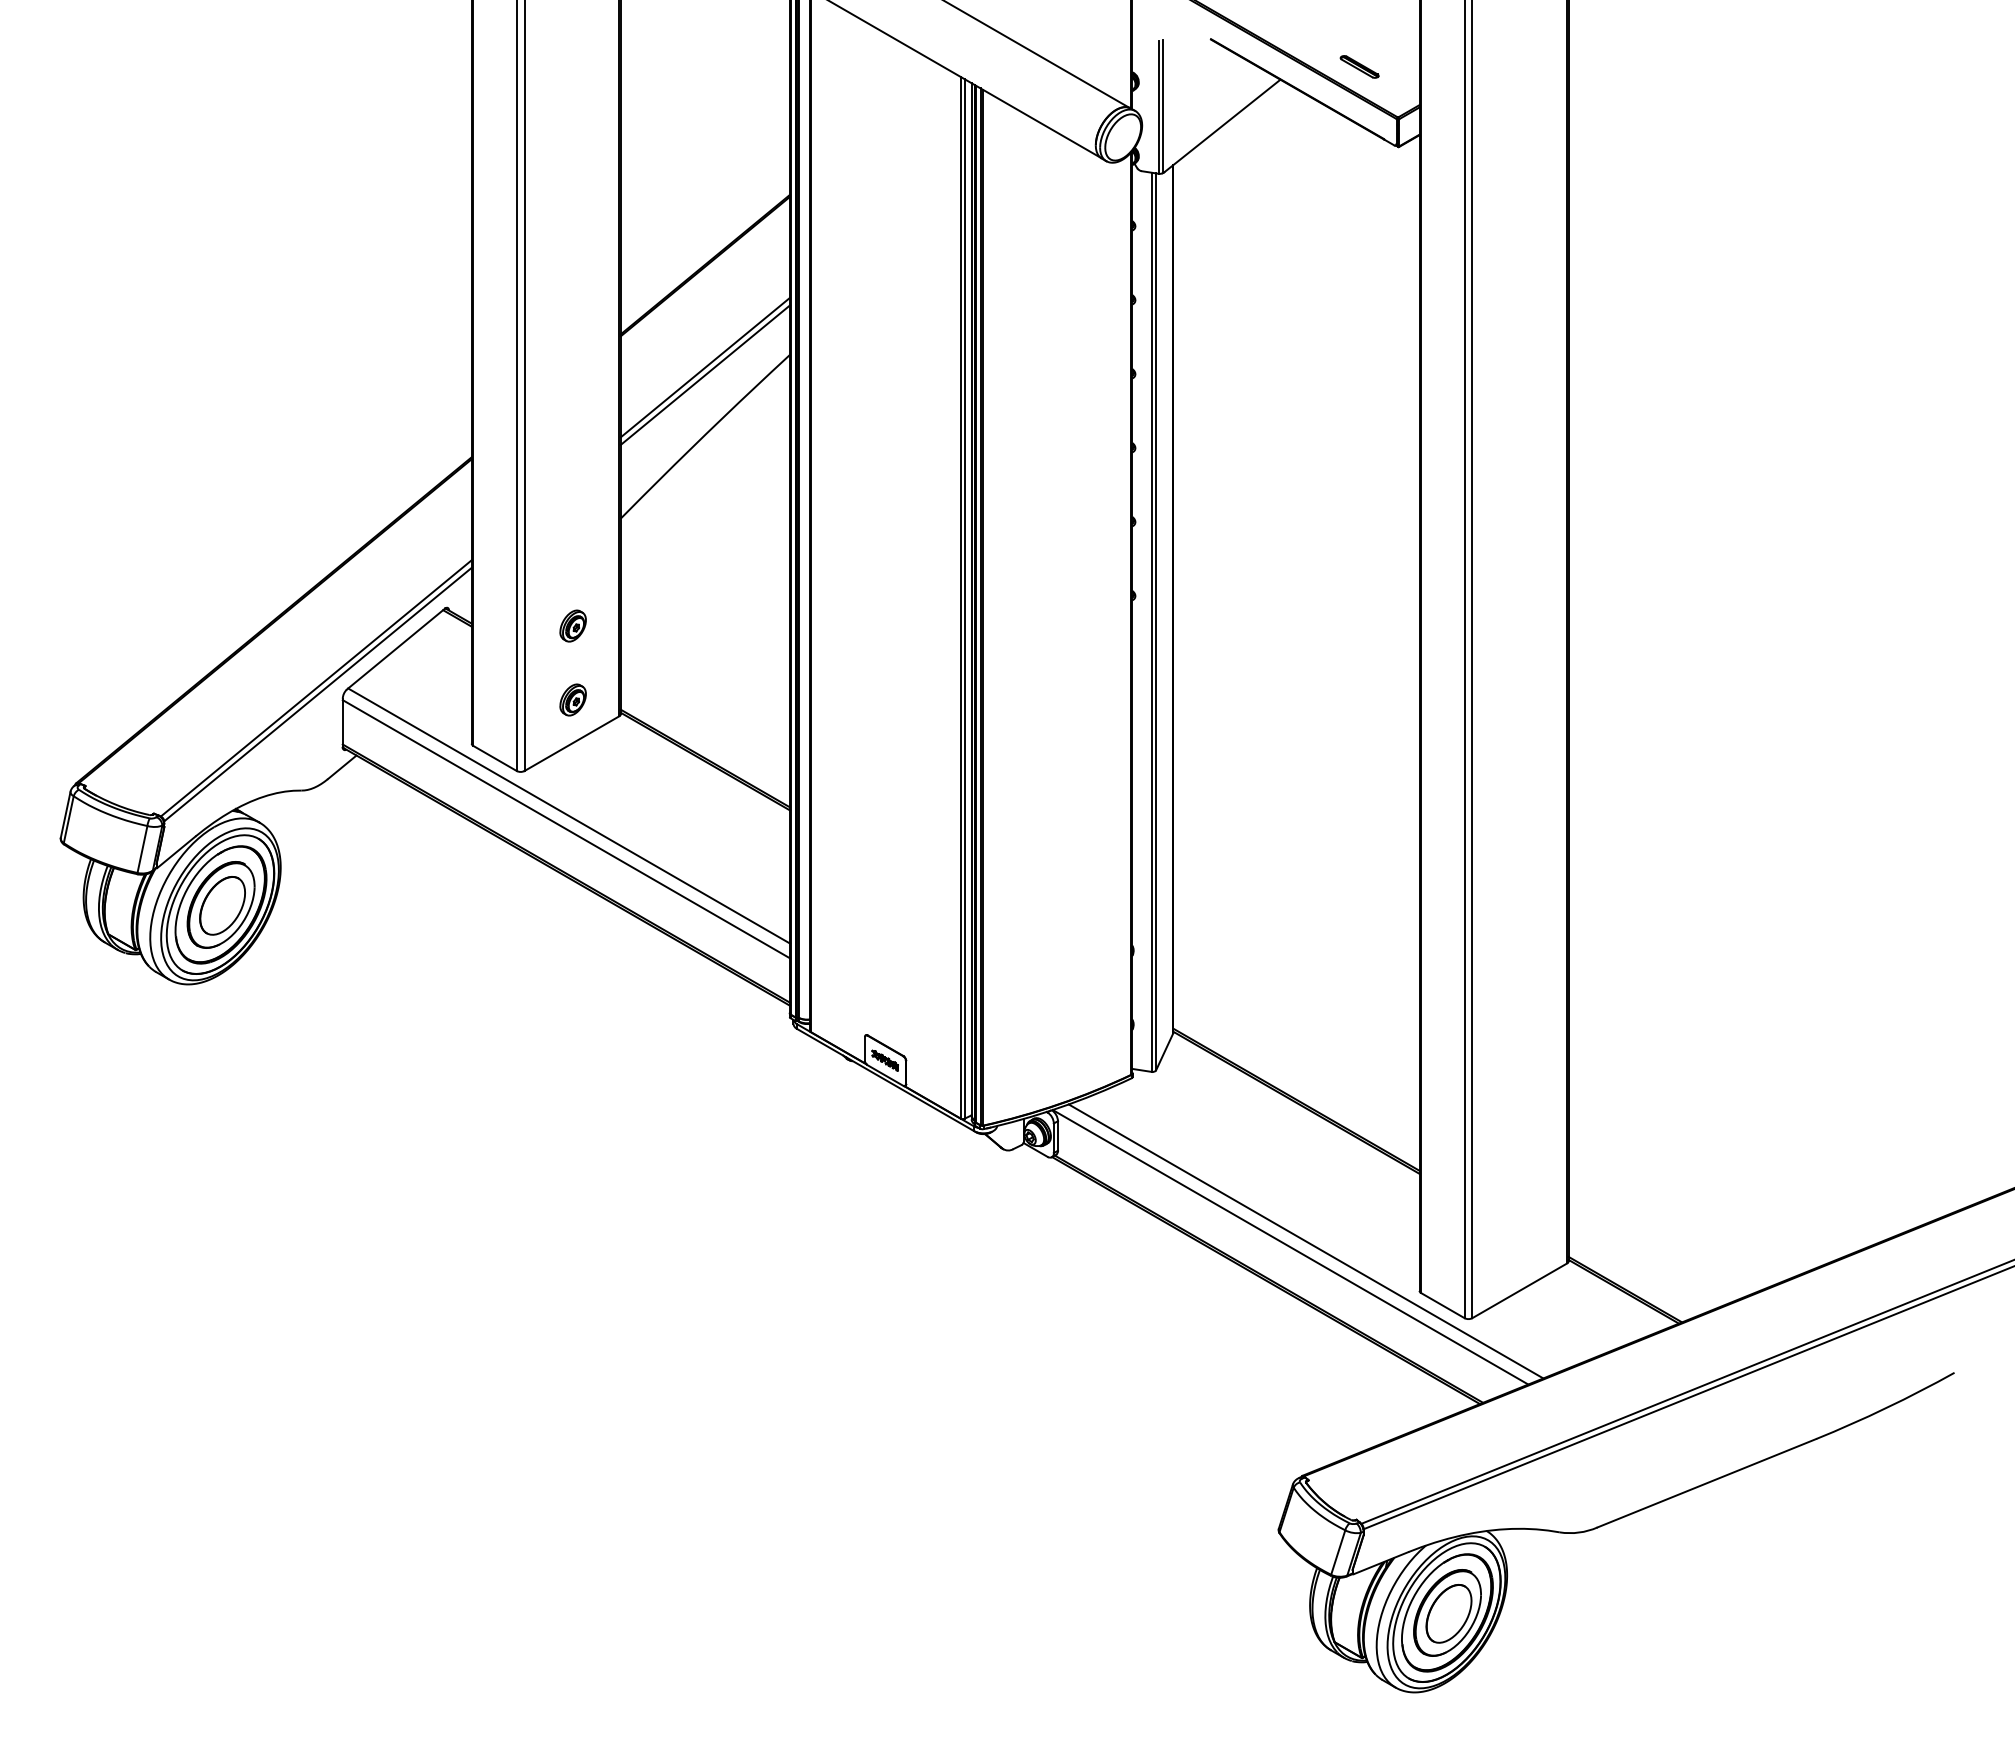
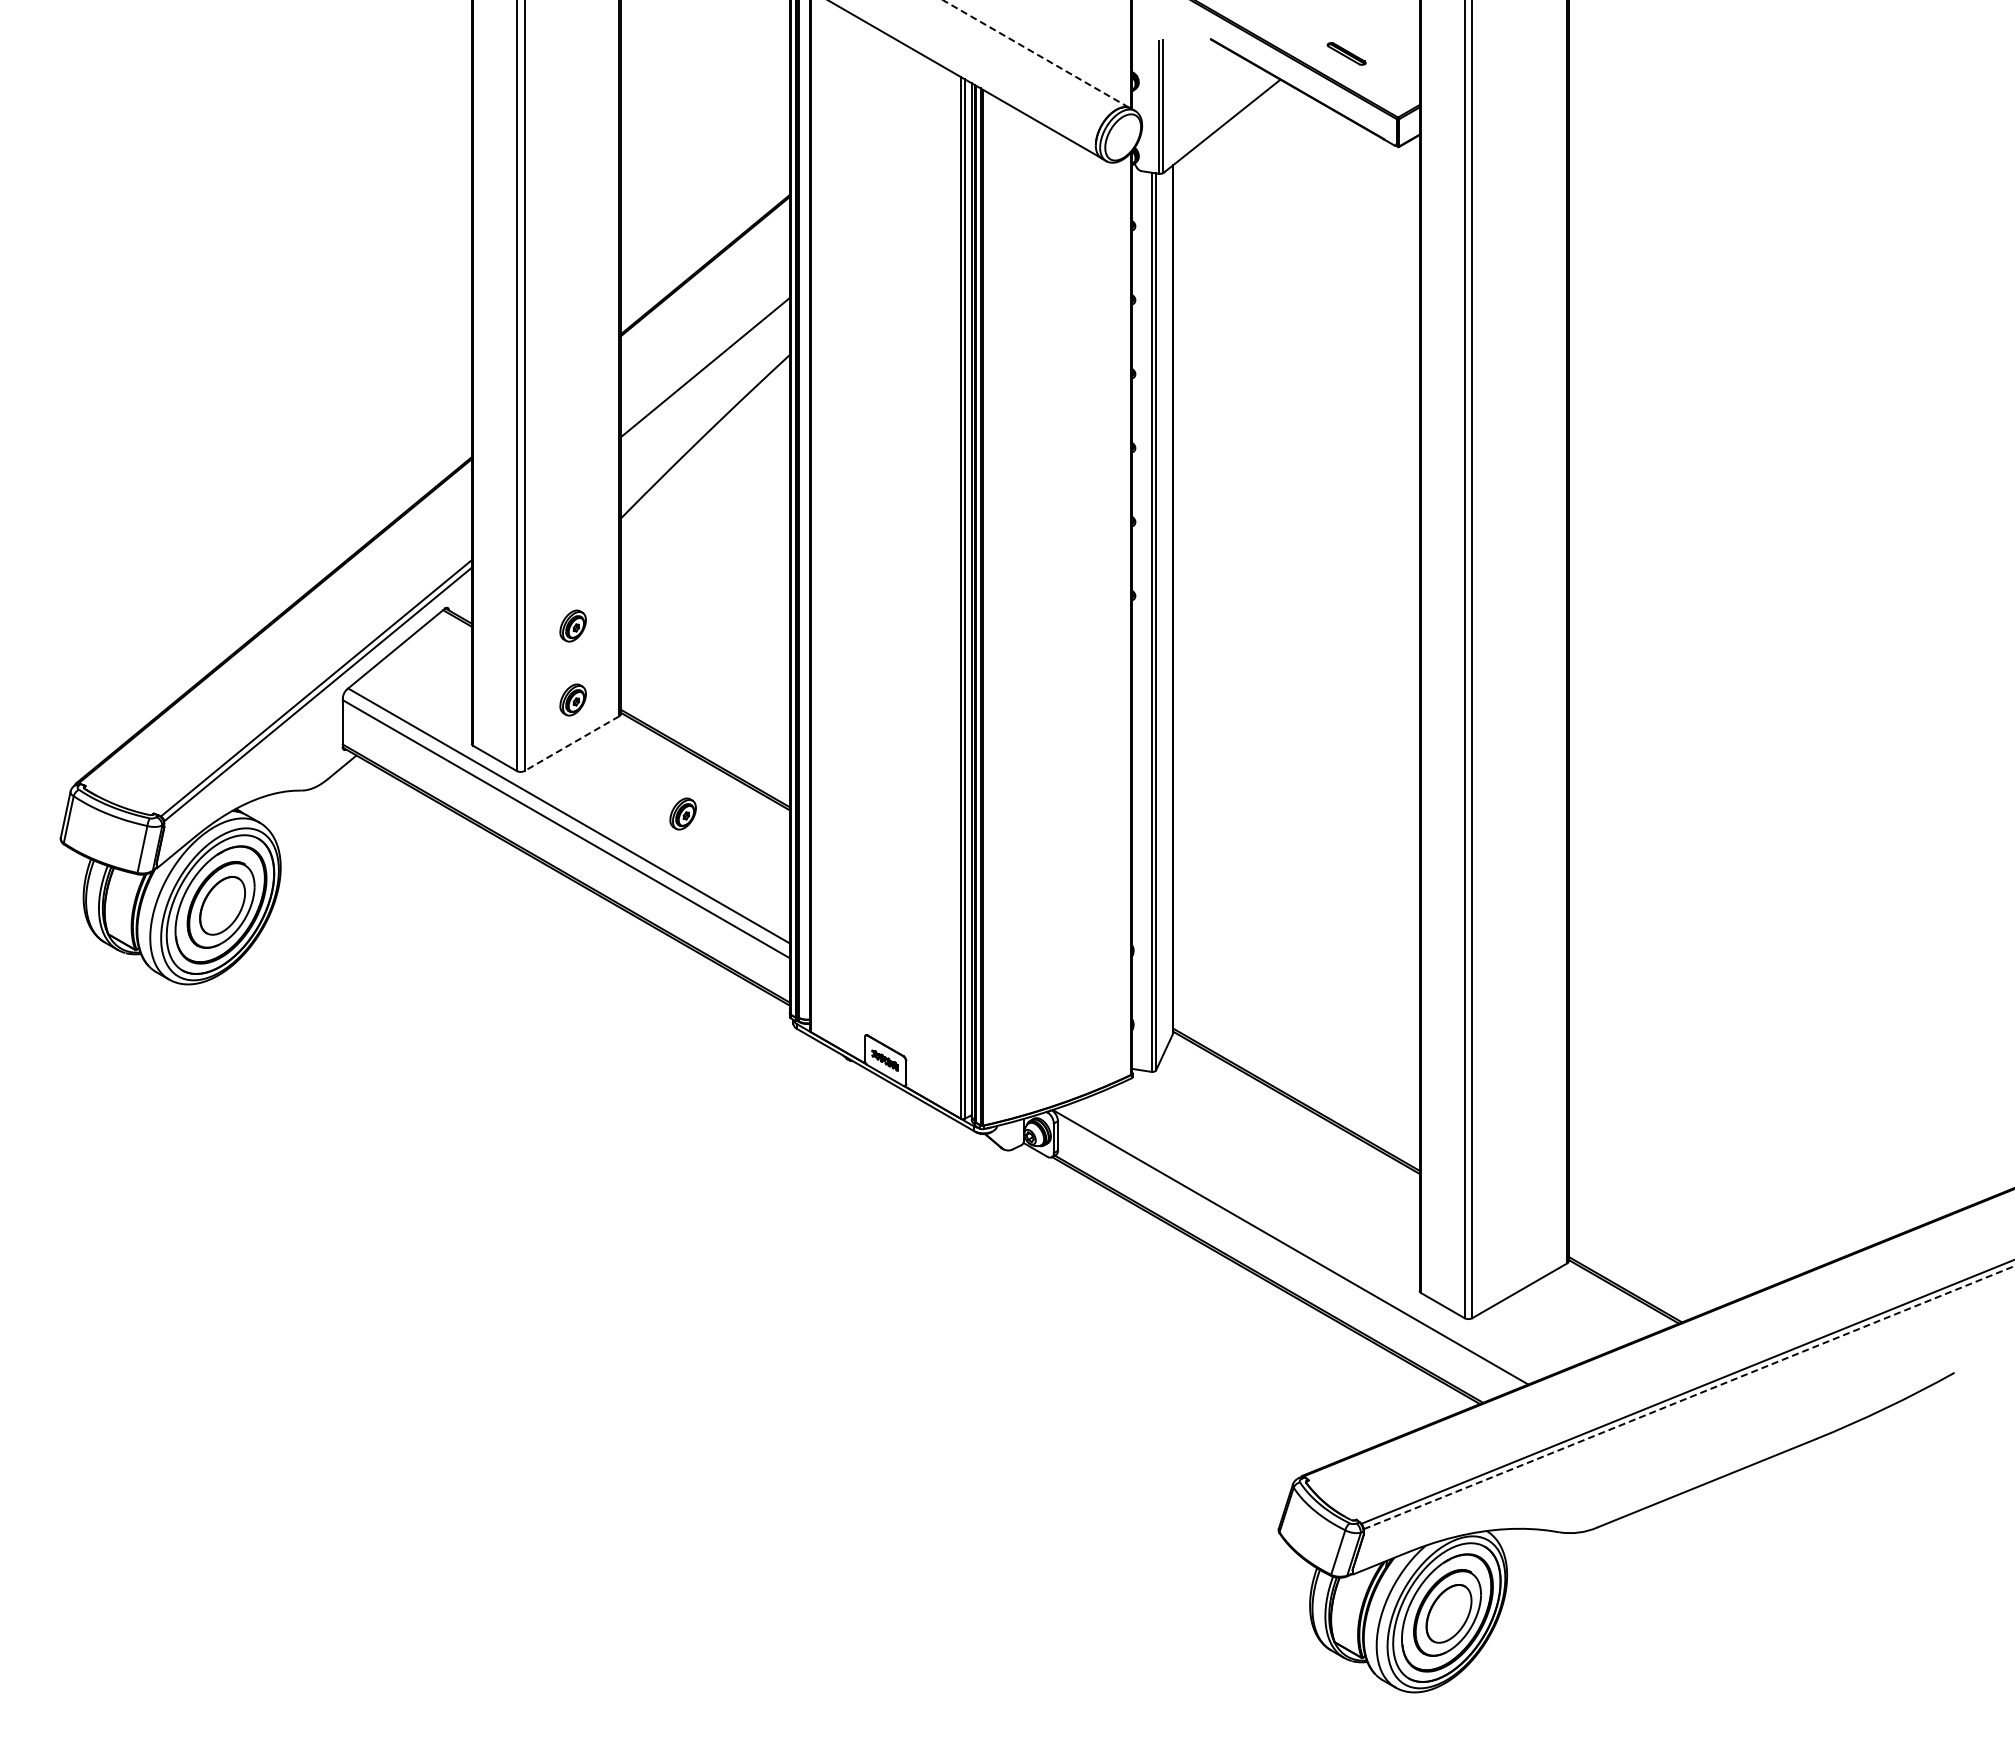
line at (1035, 53): solid -> dashed
part at (1359, 66) position: (1359, 66) -> (1346, 53)
line at (705, 374): present -> none
line at (571, 743): solid -> dashed
part at (682, 813): none -> present
line at (1305, 1241): present -> none
line at (1689, 1397): solid -> dashed
